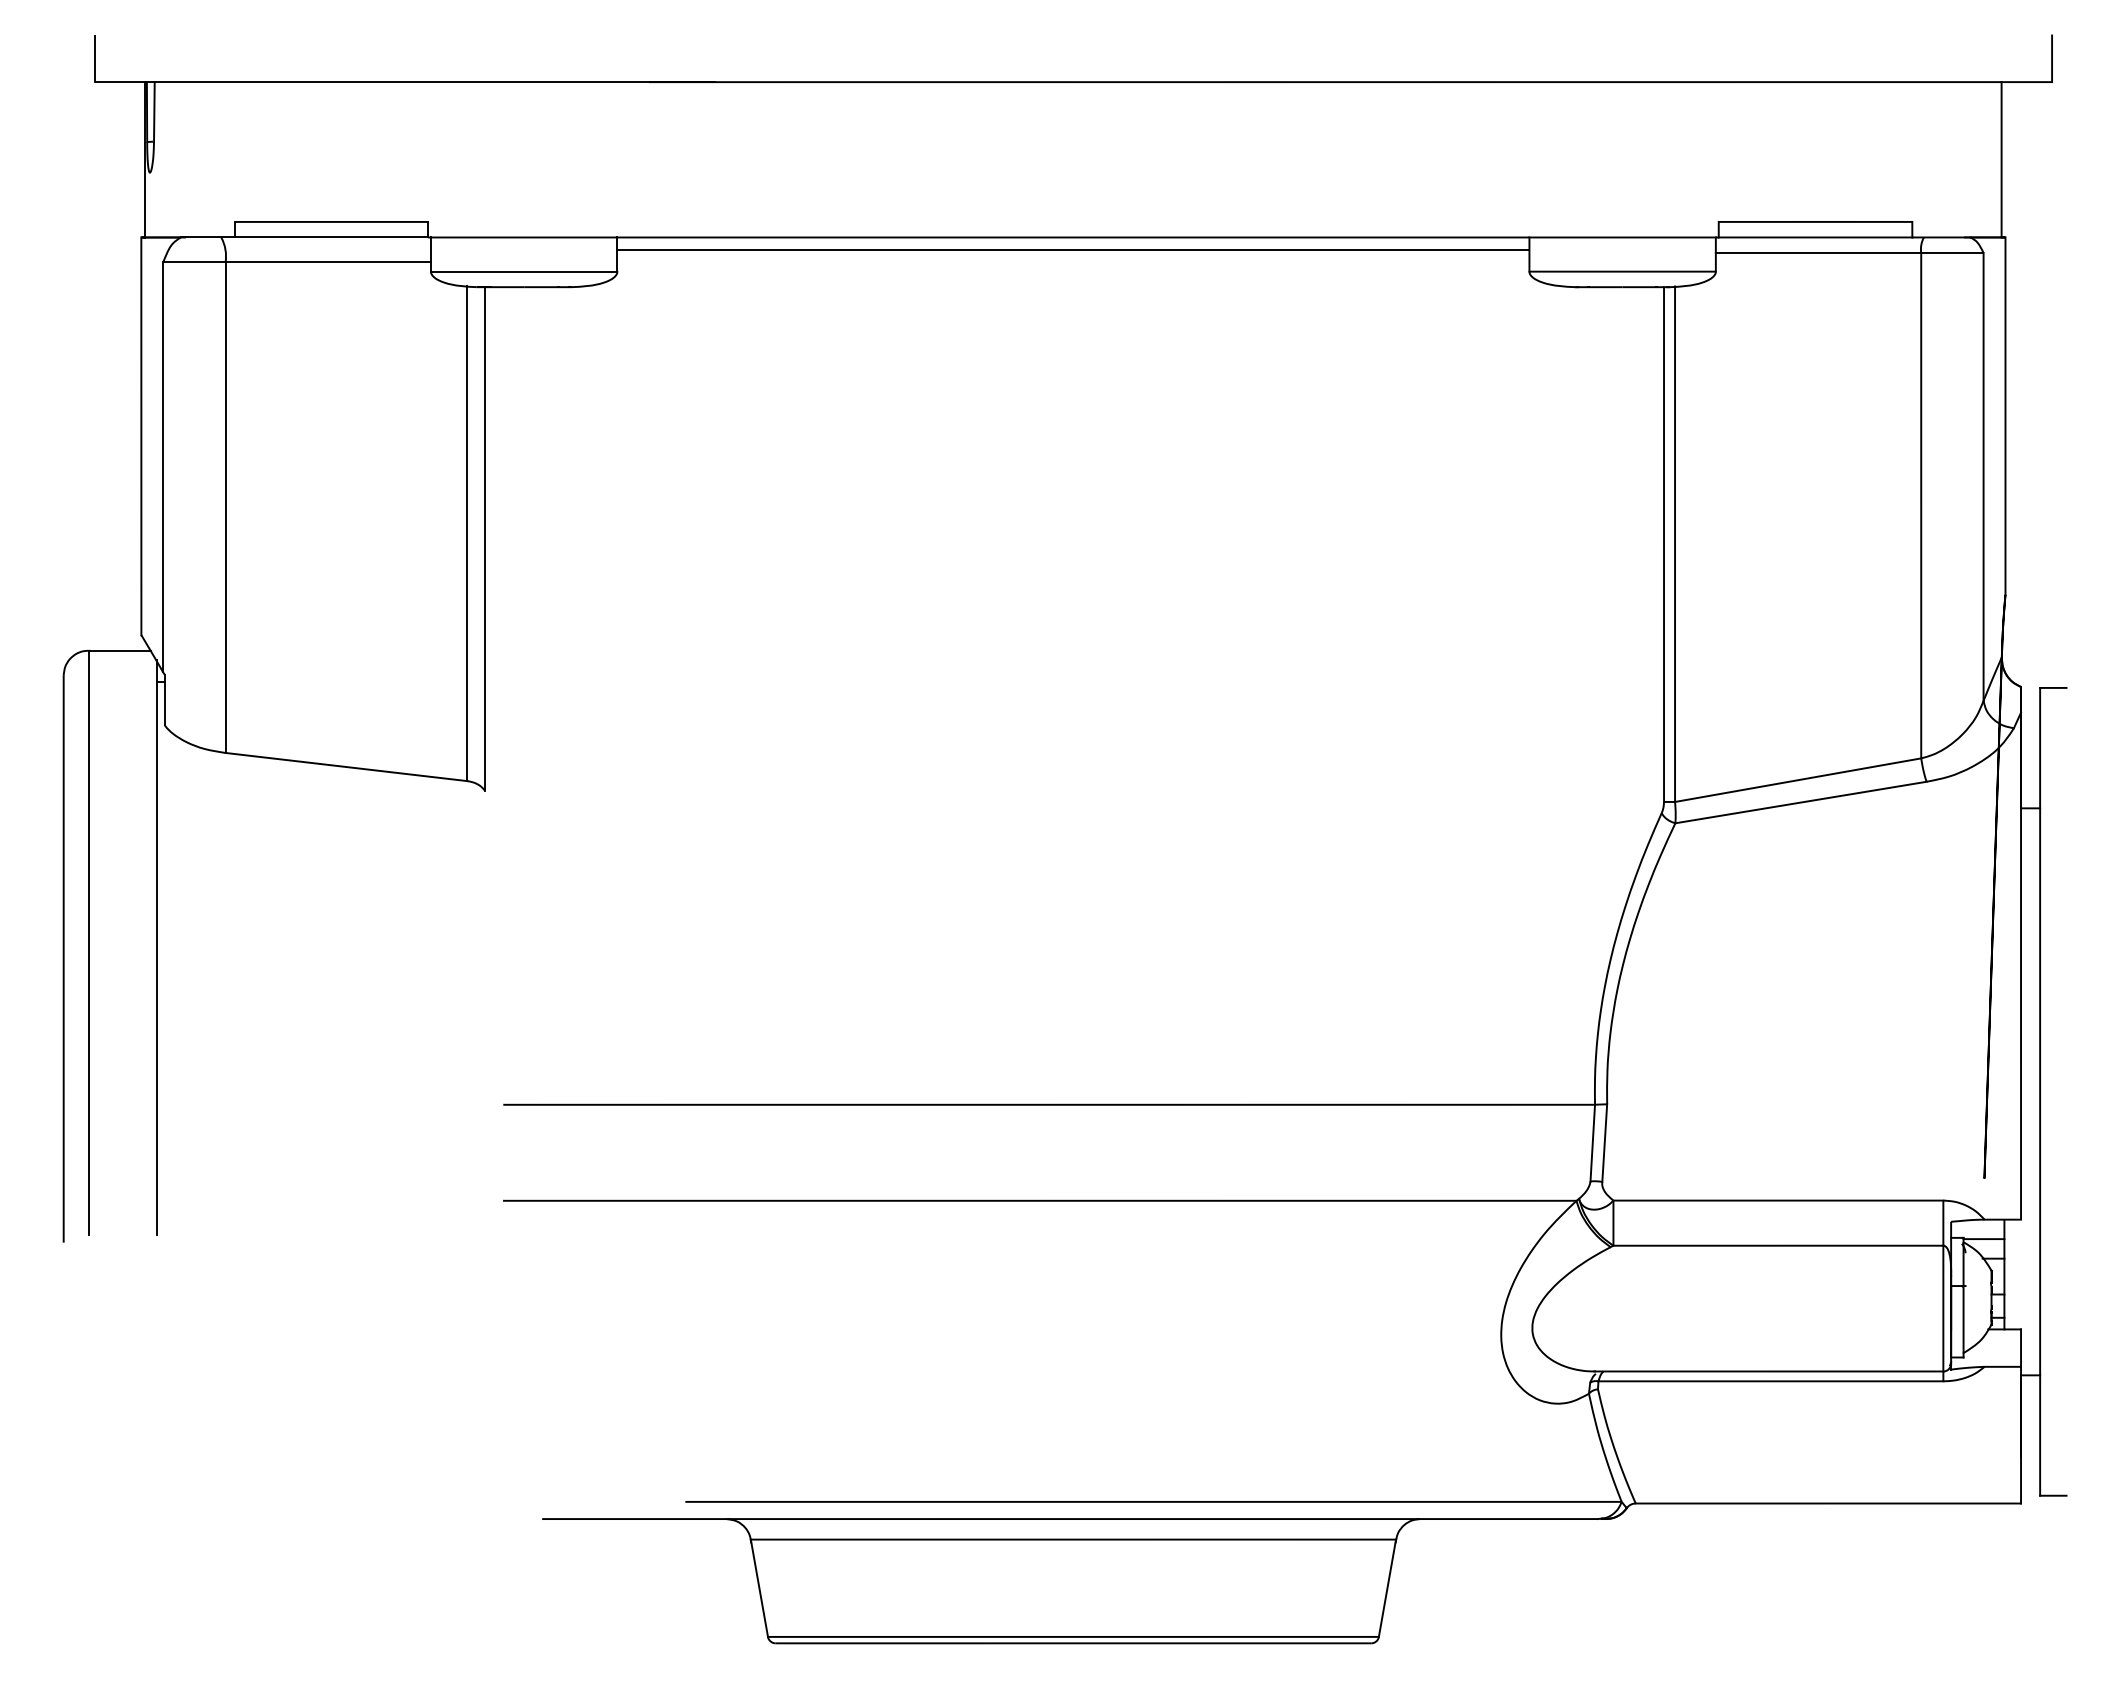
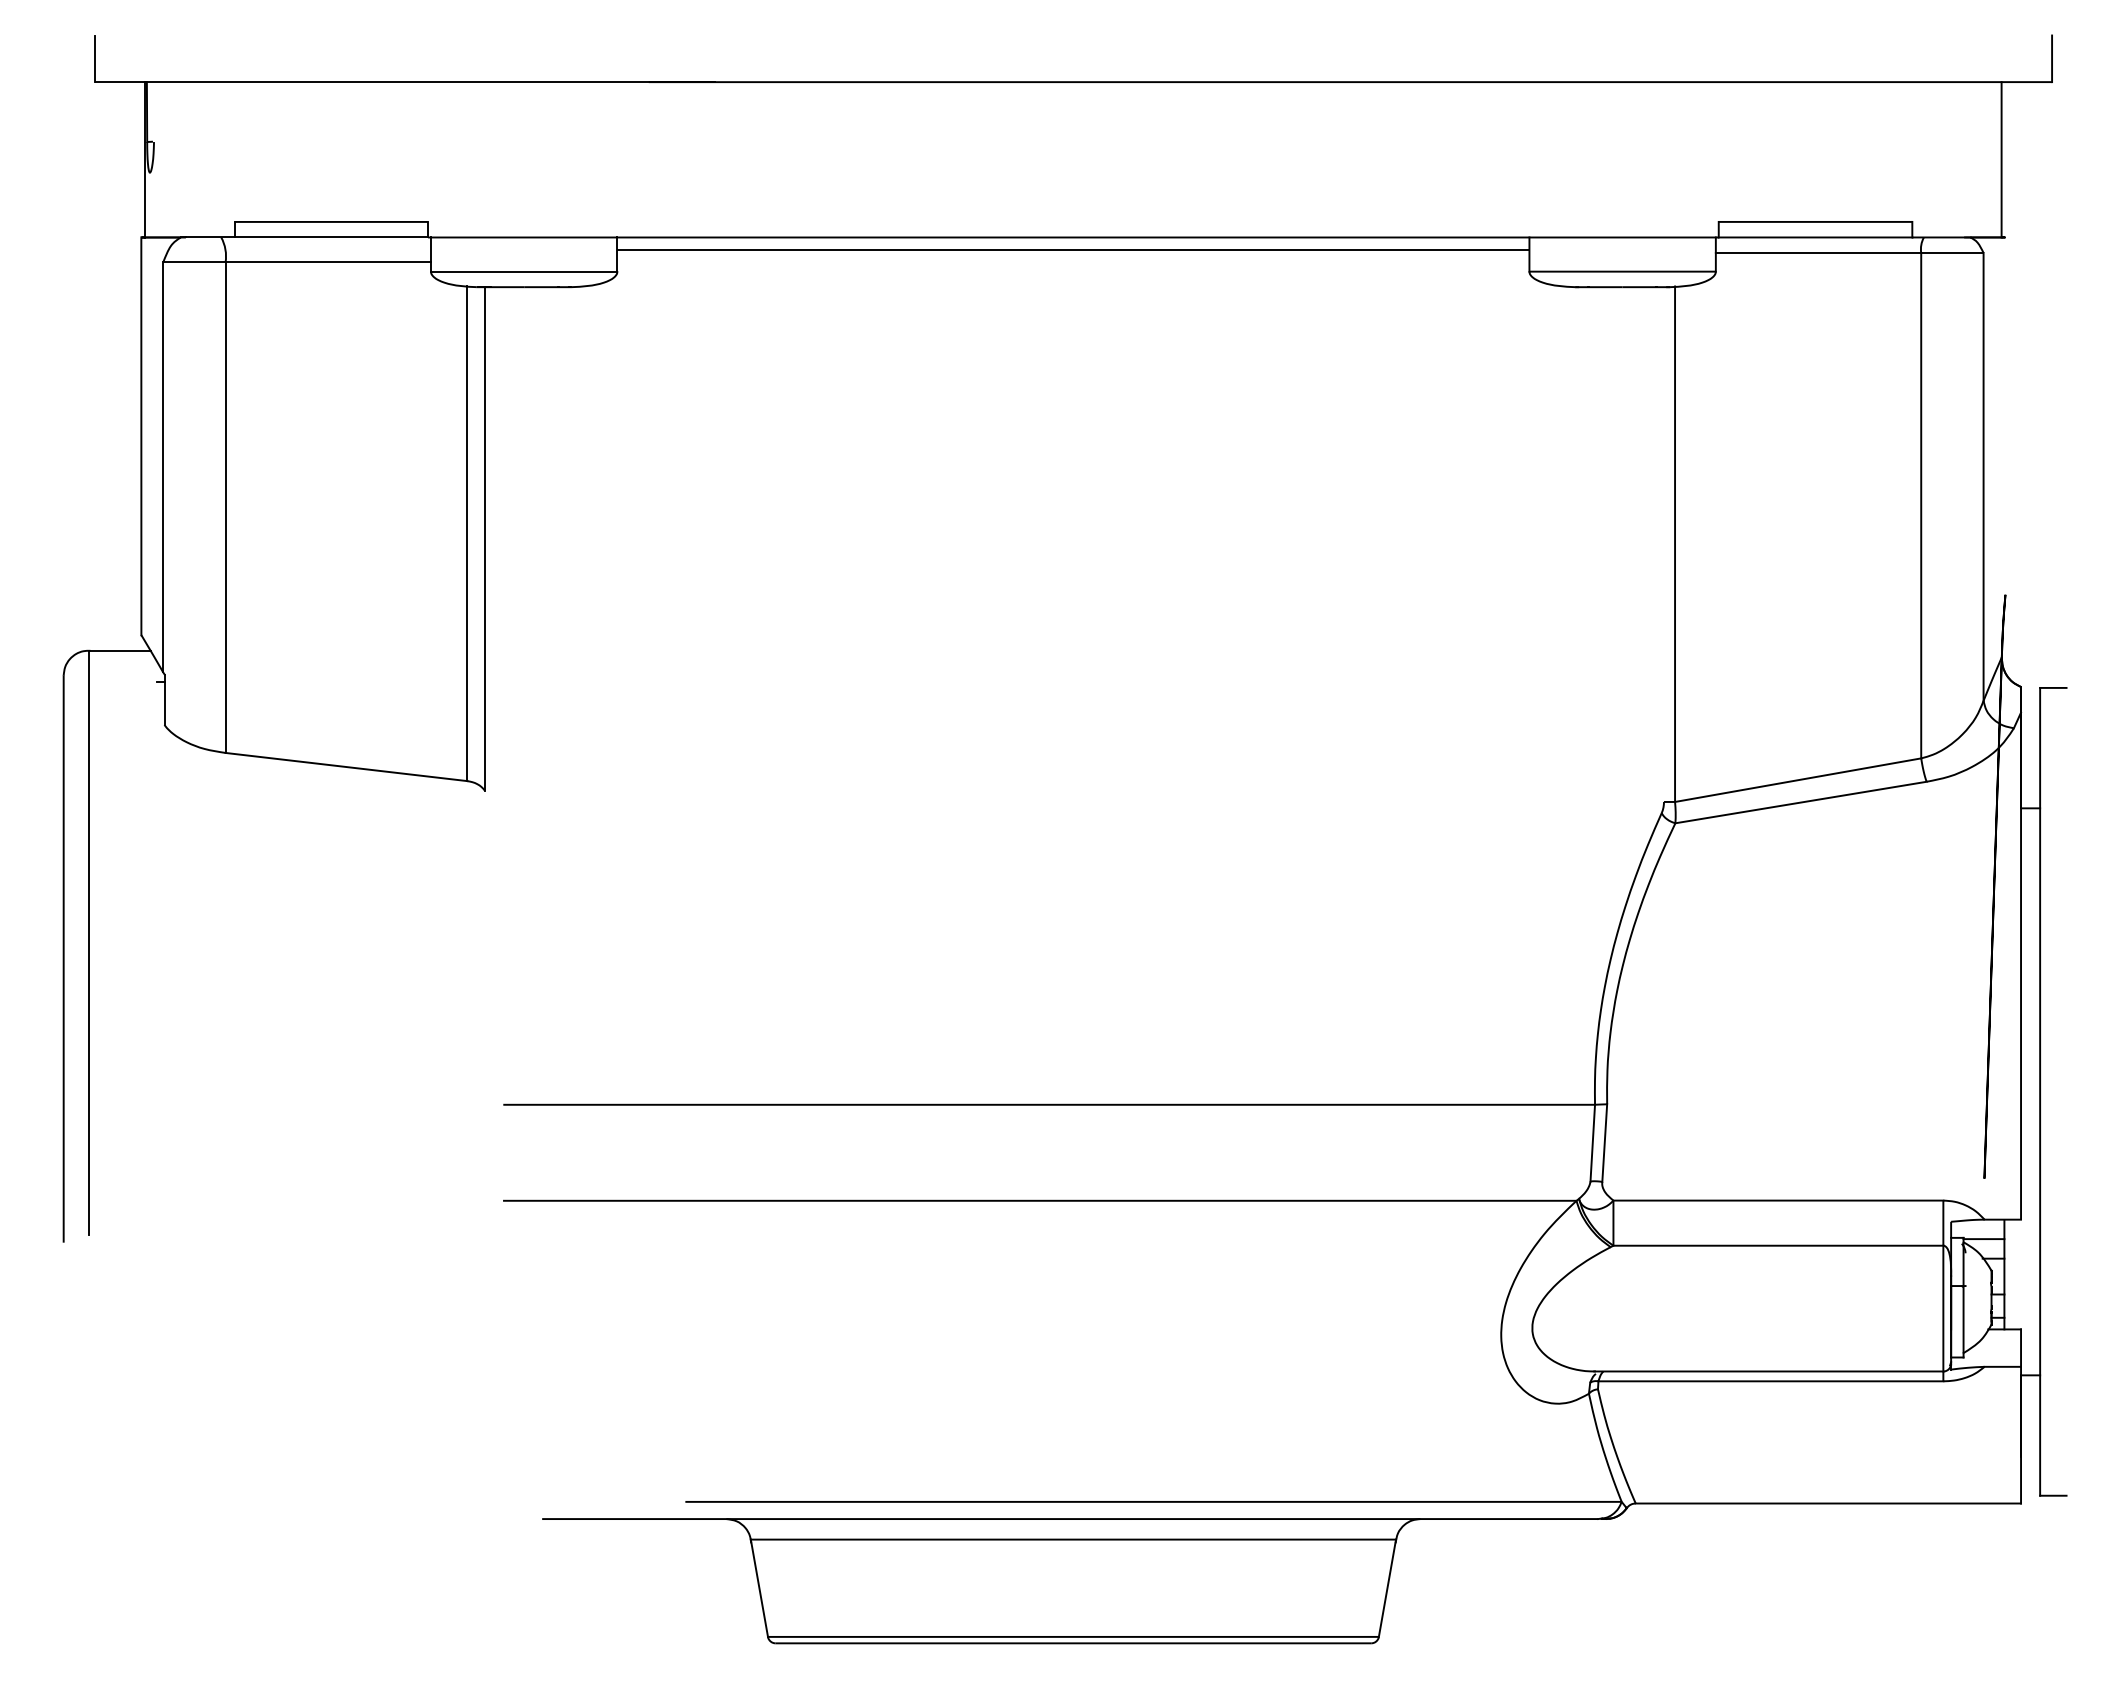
line at (154, 112): present -> none
line at (2005, 415): present -> none
line at (1664, 544): present -> none
line at (156, 947): present -> none
